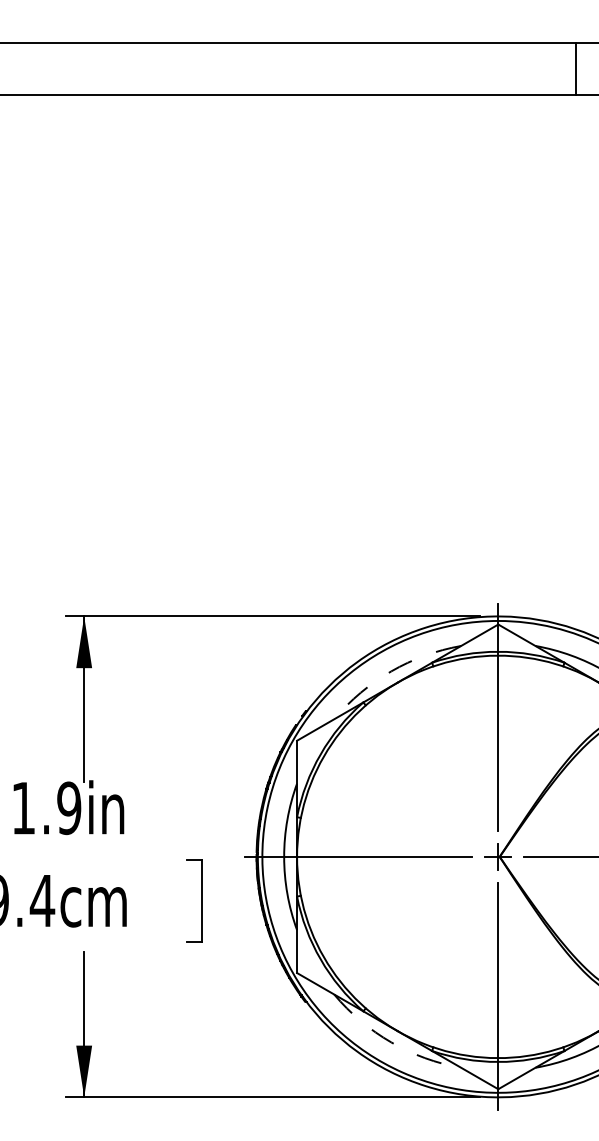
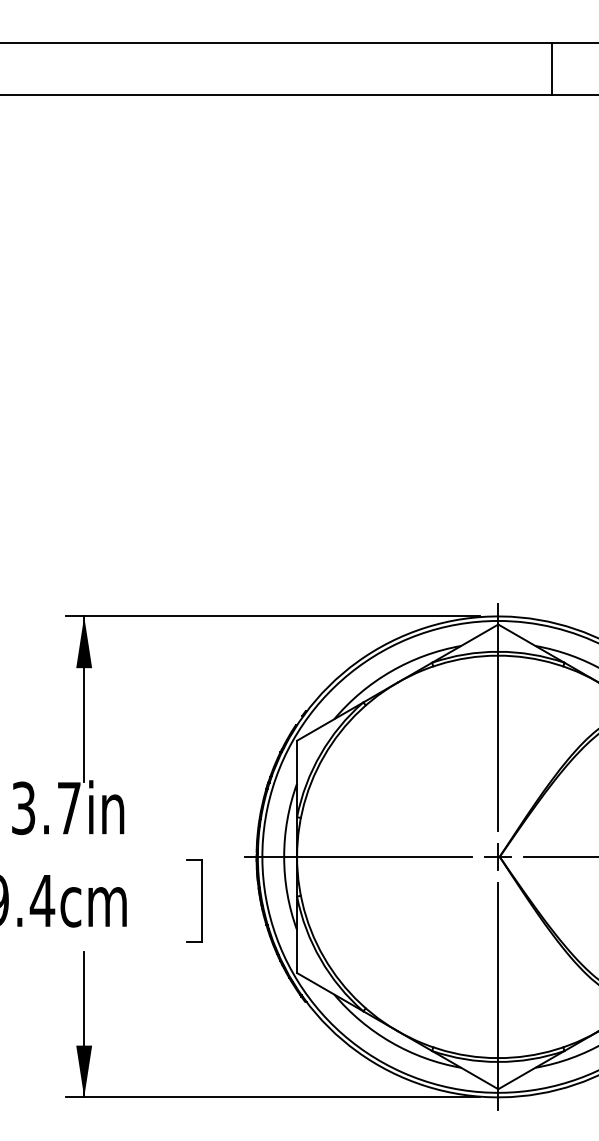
line at (576, 69) position: (576, 69) -> (552, 69)
arc at (391, 671): dashed -> solid
text at (46, 808): 1.9in -> 3.7in
arc at (391, 1042): dashed -> solid
